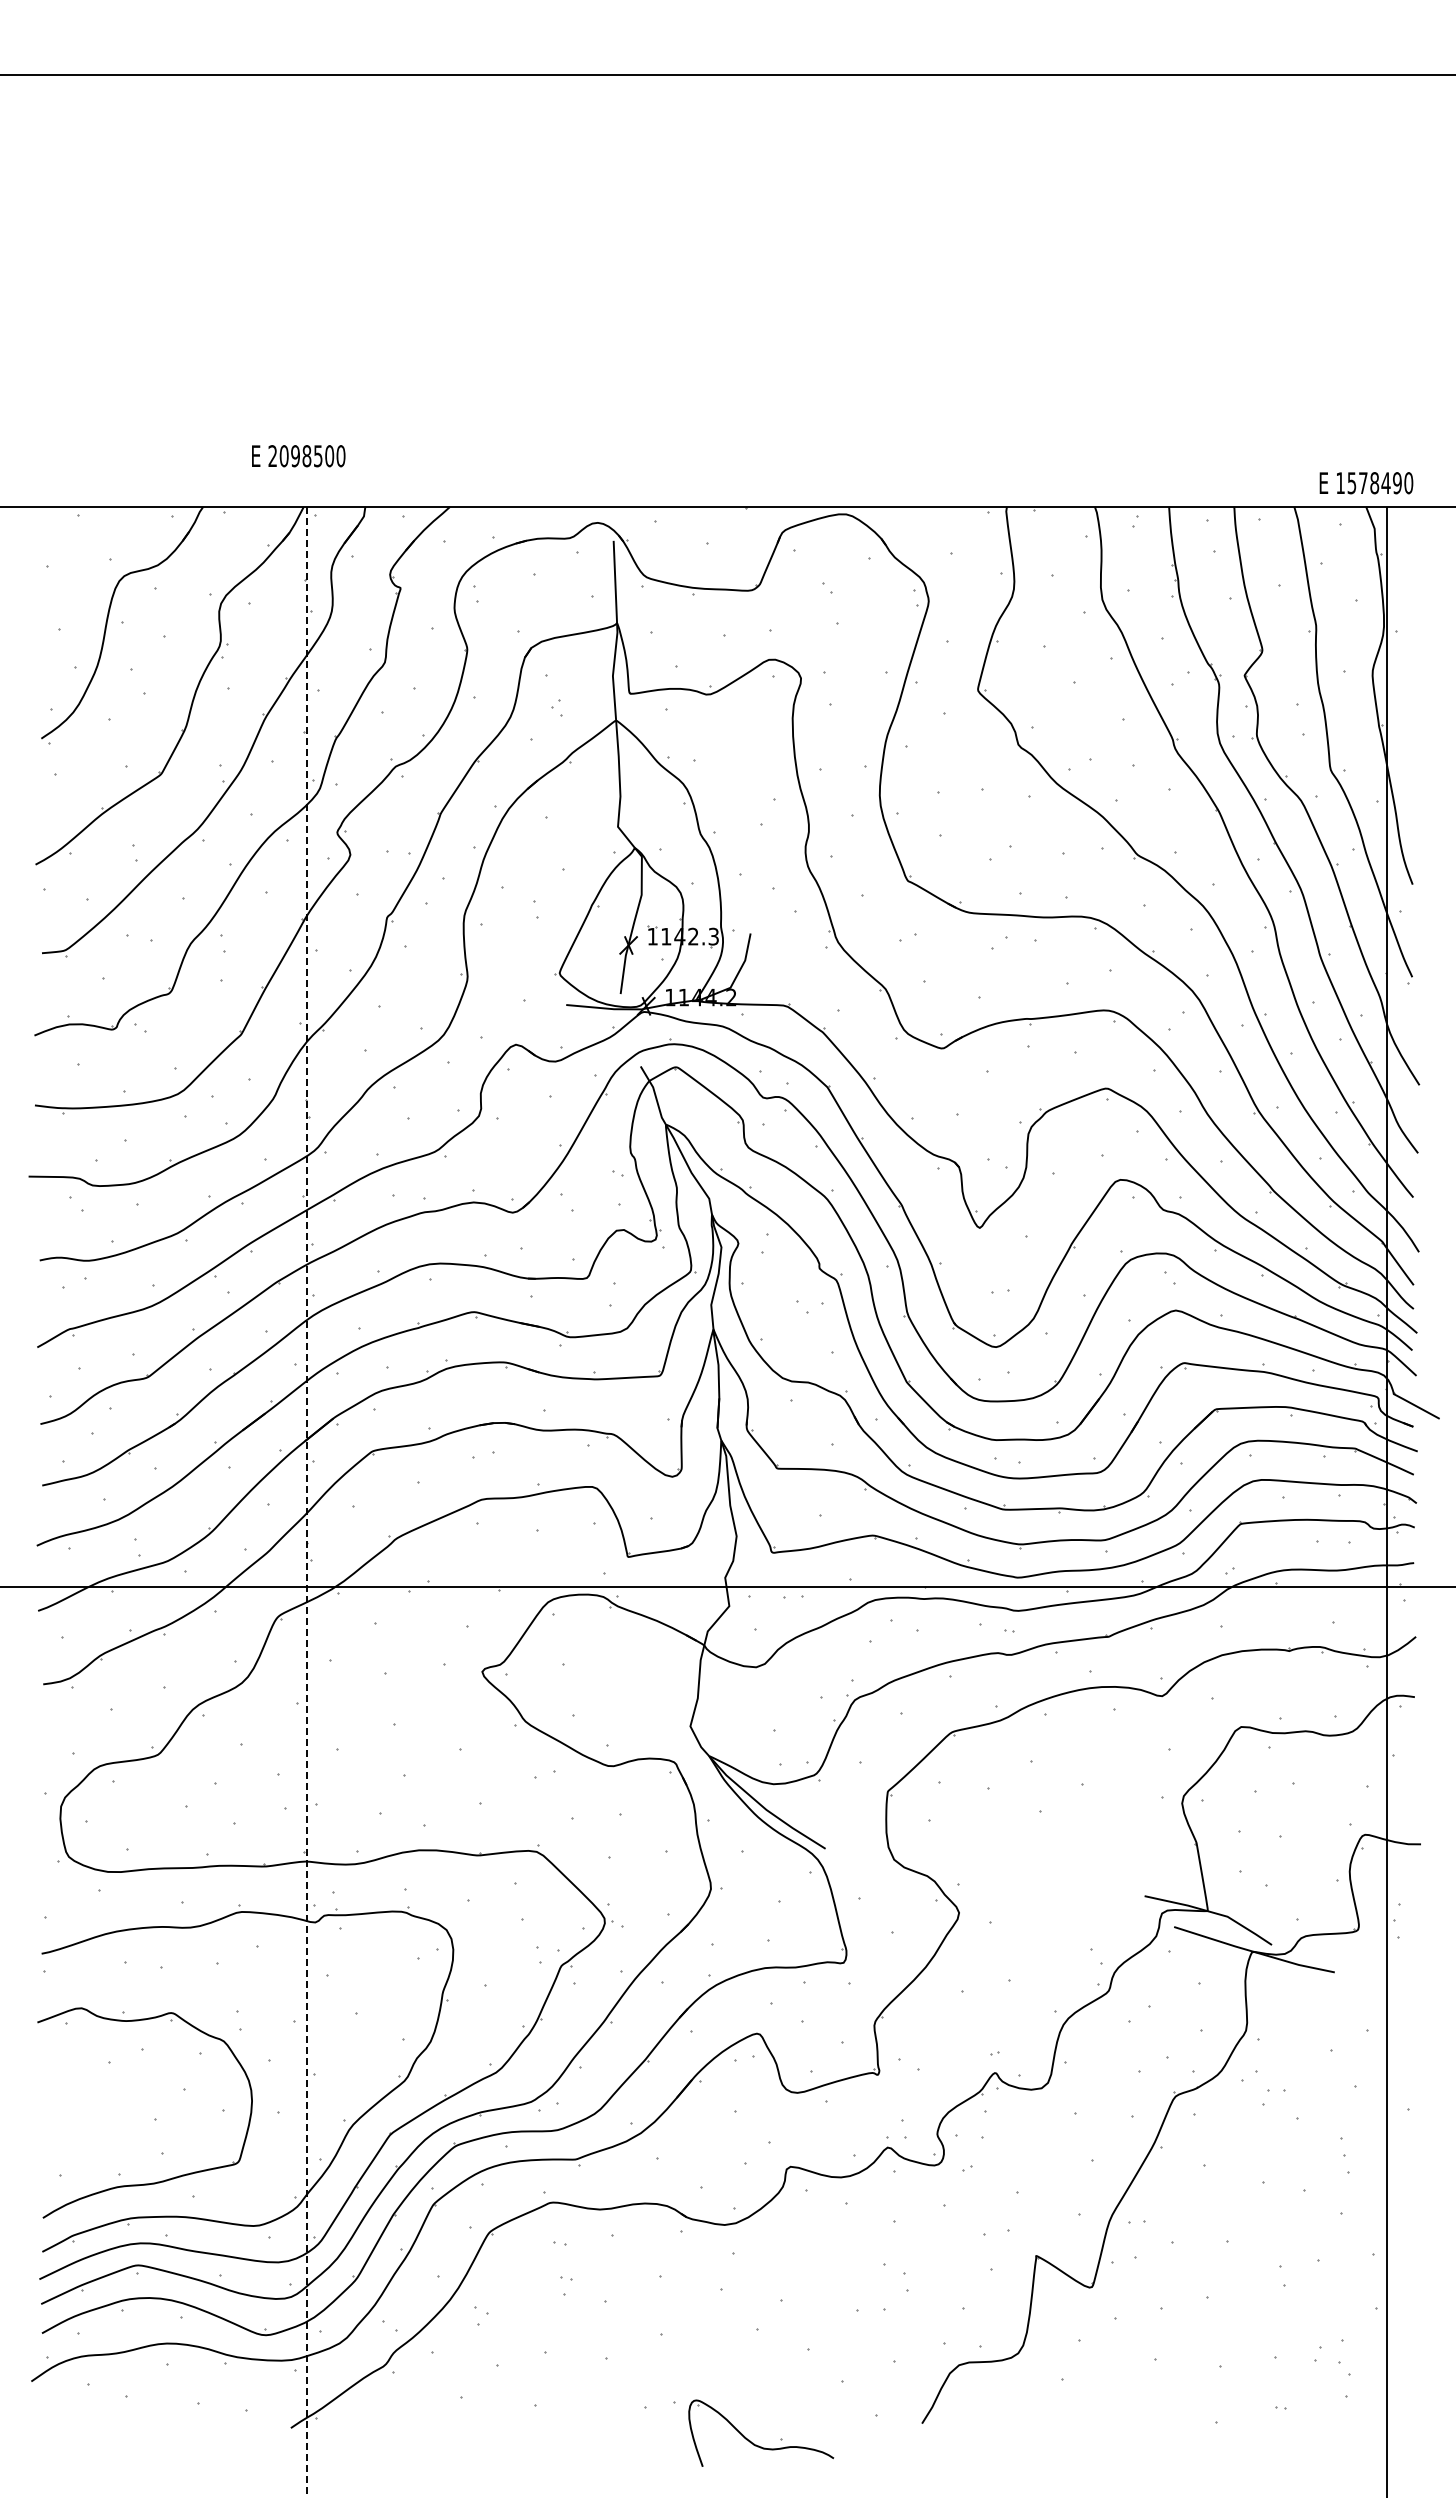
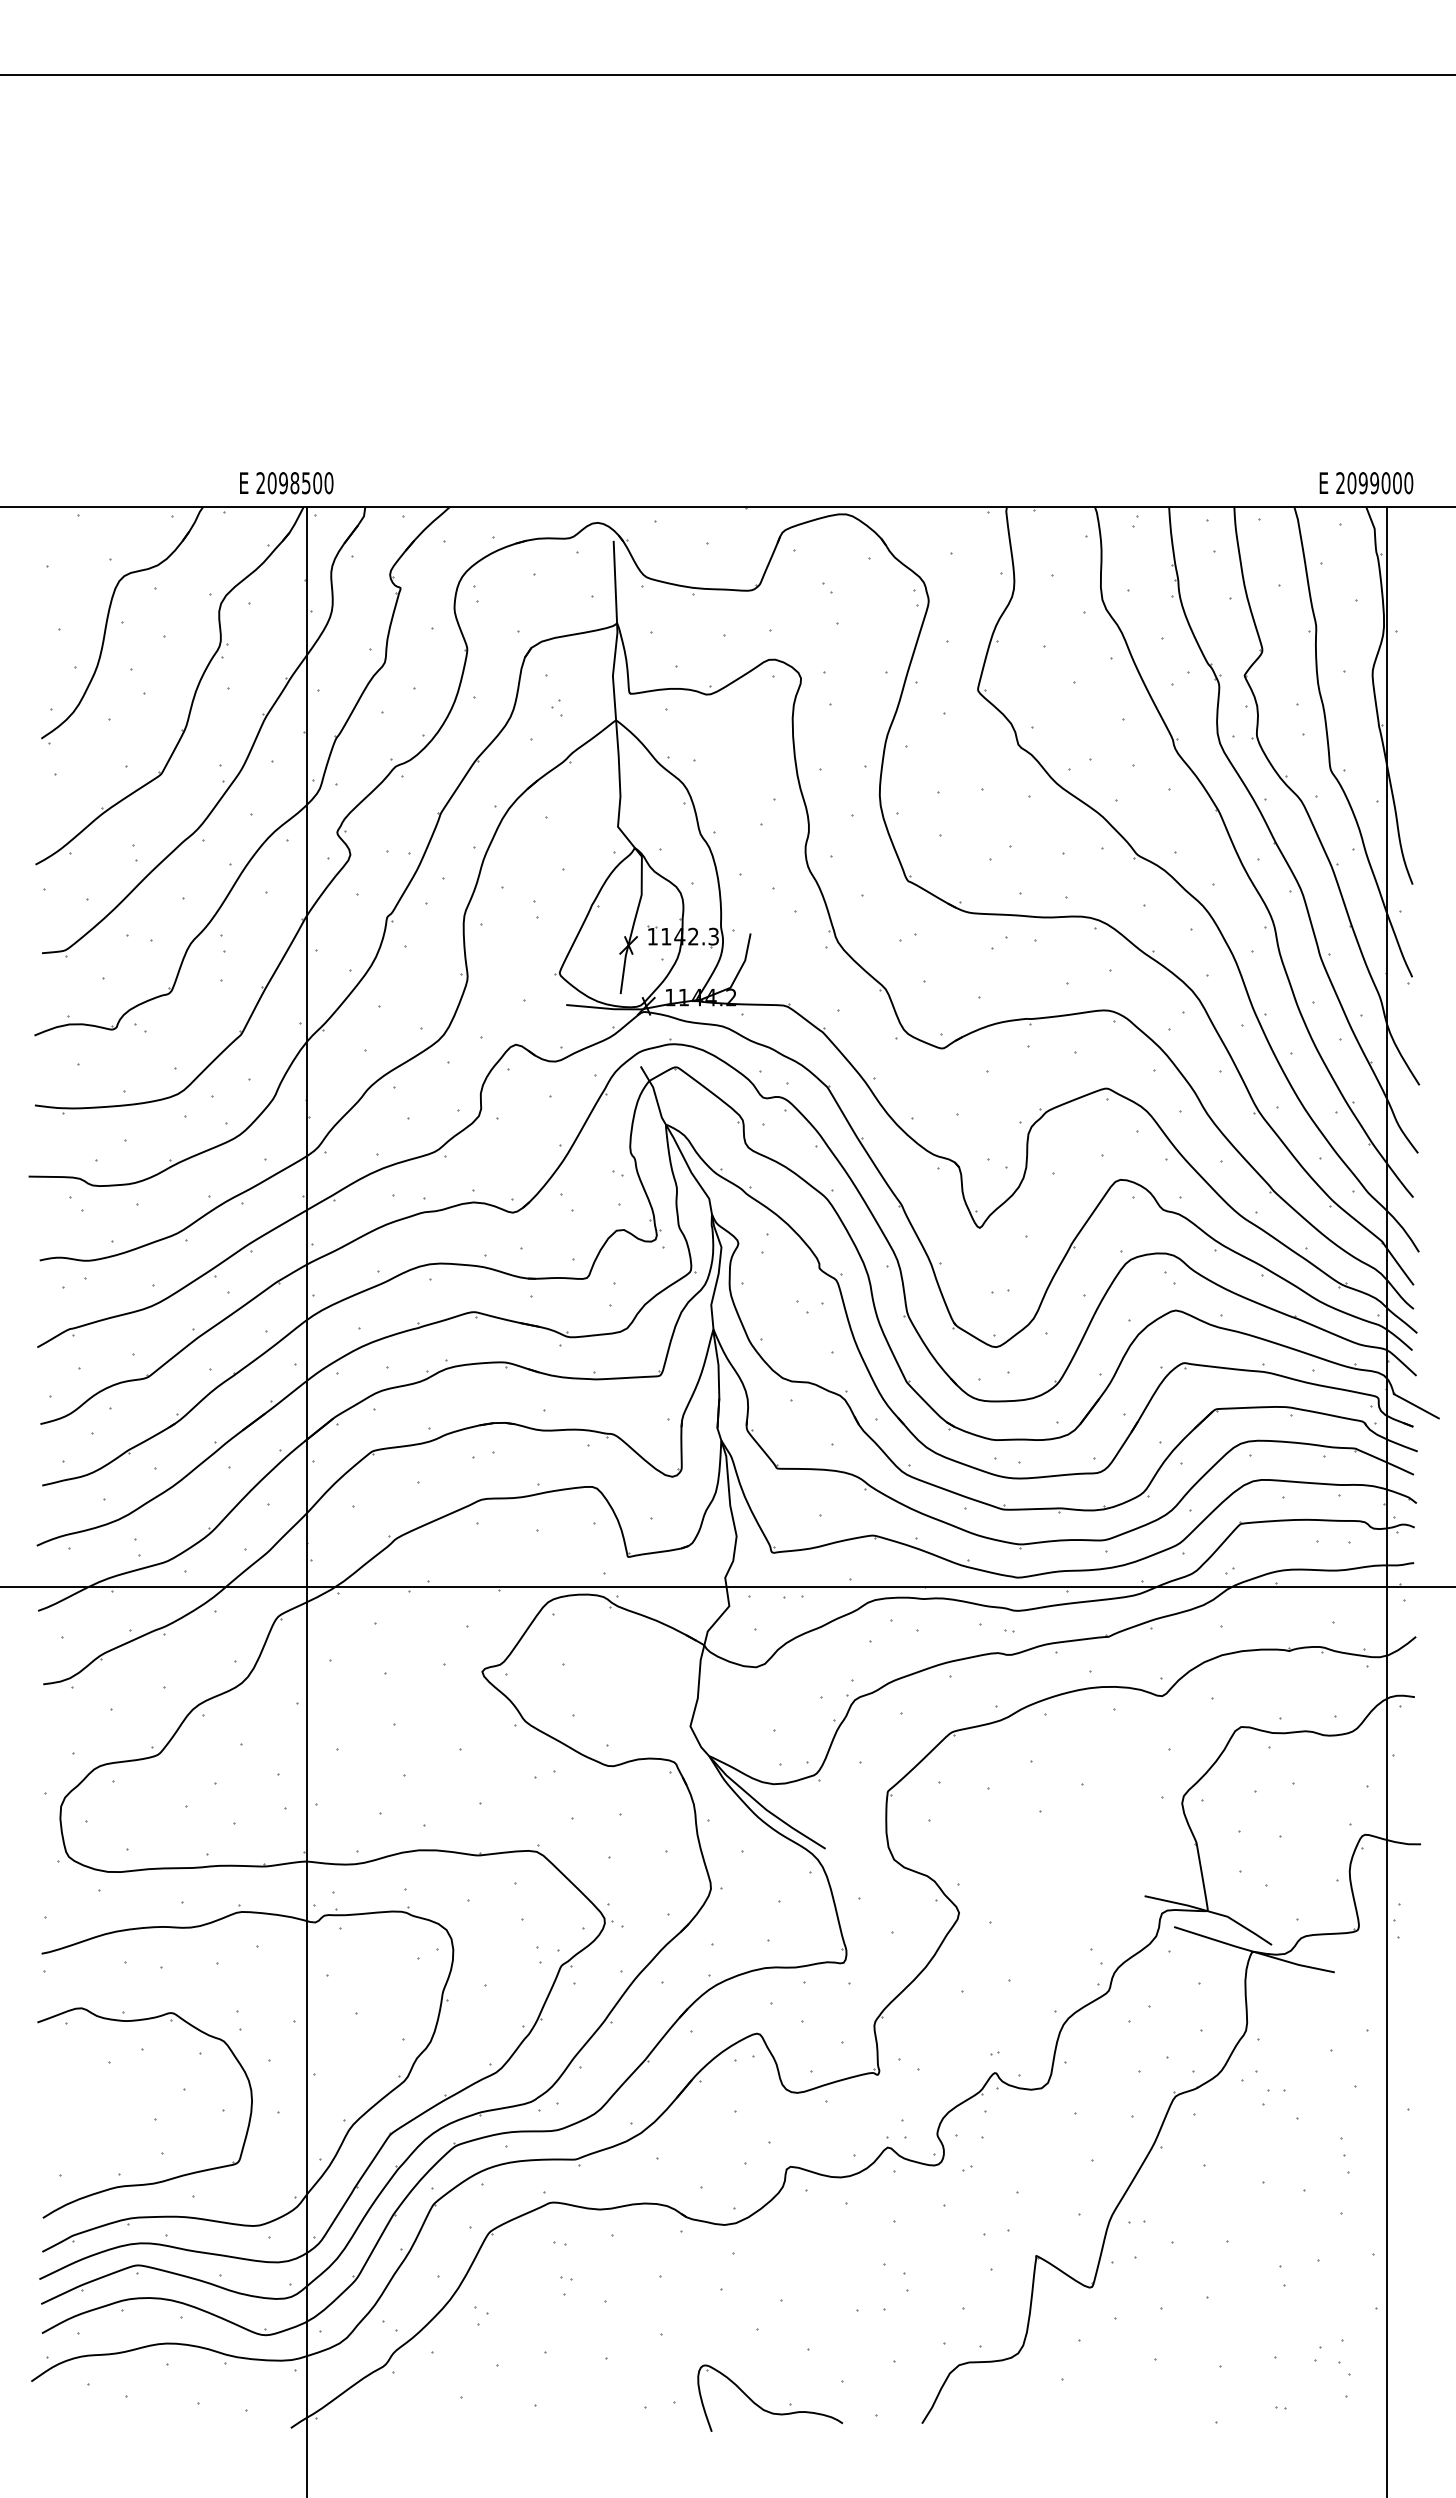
text at (298, 456) position: (298, 456) -> (286, 483)
text at (1368, 483): 1578490 -> 2099000
line at (307, 1502): dashed -> solid
part at (756, 2444) position: (756, 2444) -> (765, 2409)
